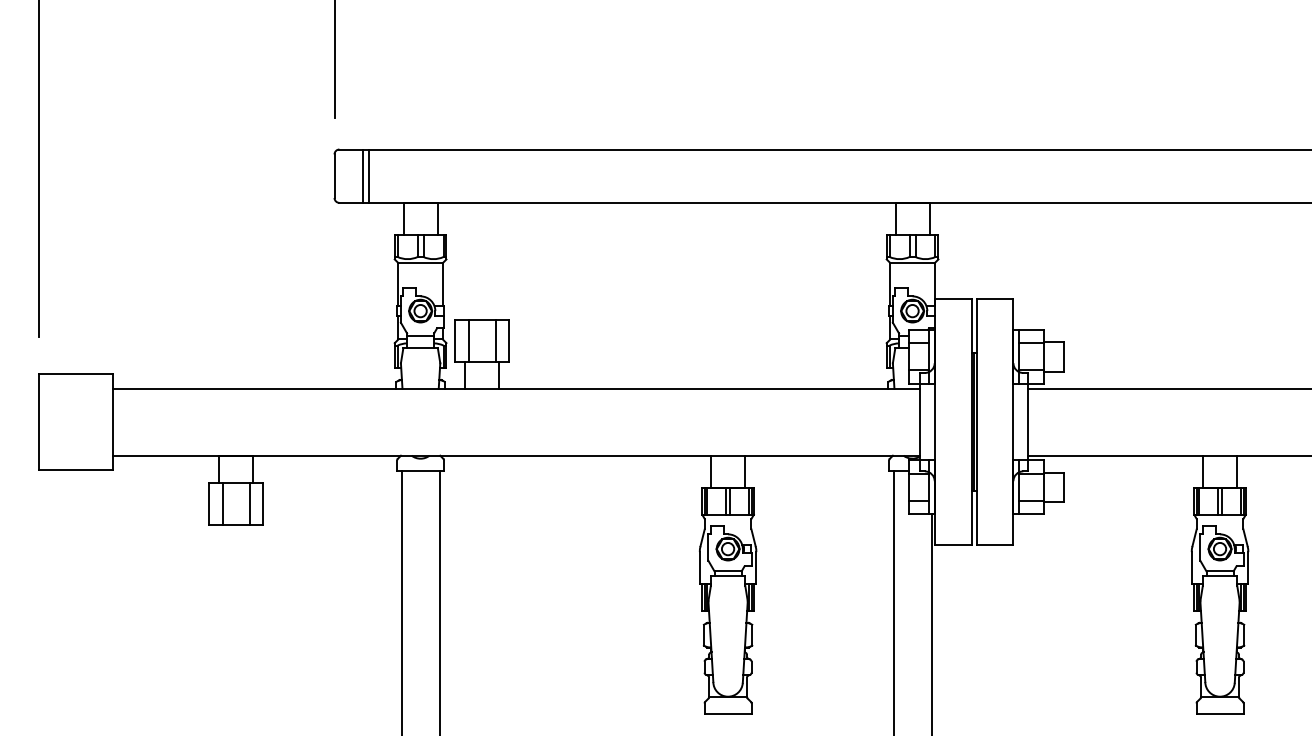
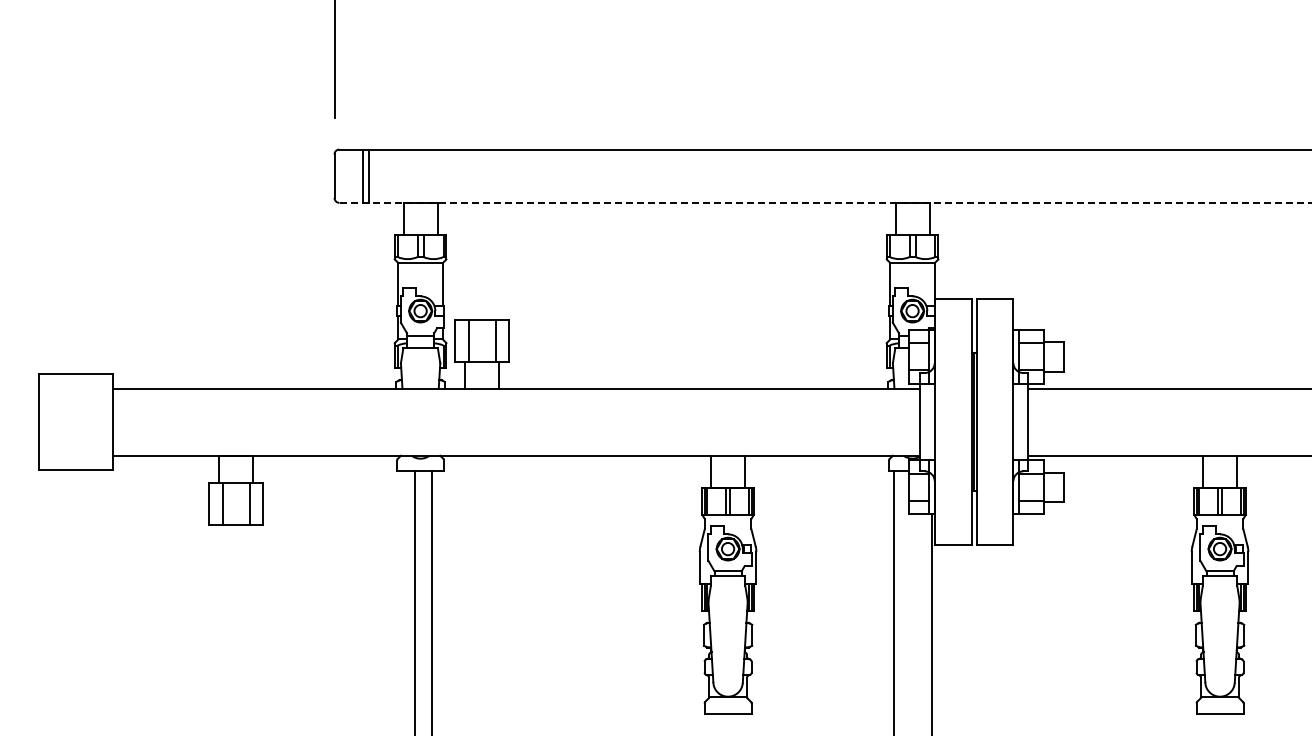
line at (39, 169): present -> none
line at (825, 202): solid -> dashed
line at (401, 601) position: (401, 601) -> (414, 601)
line at (439, 601) position: (439, 601) -> (431, 601)
